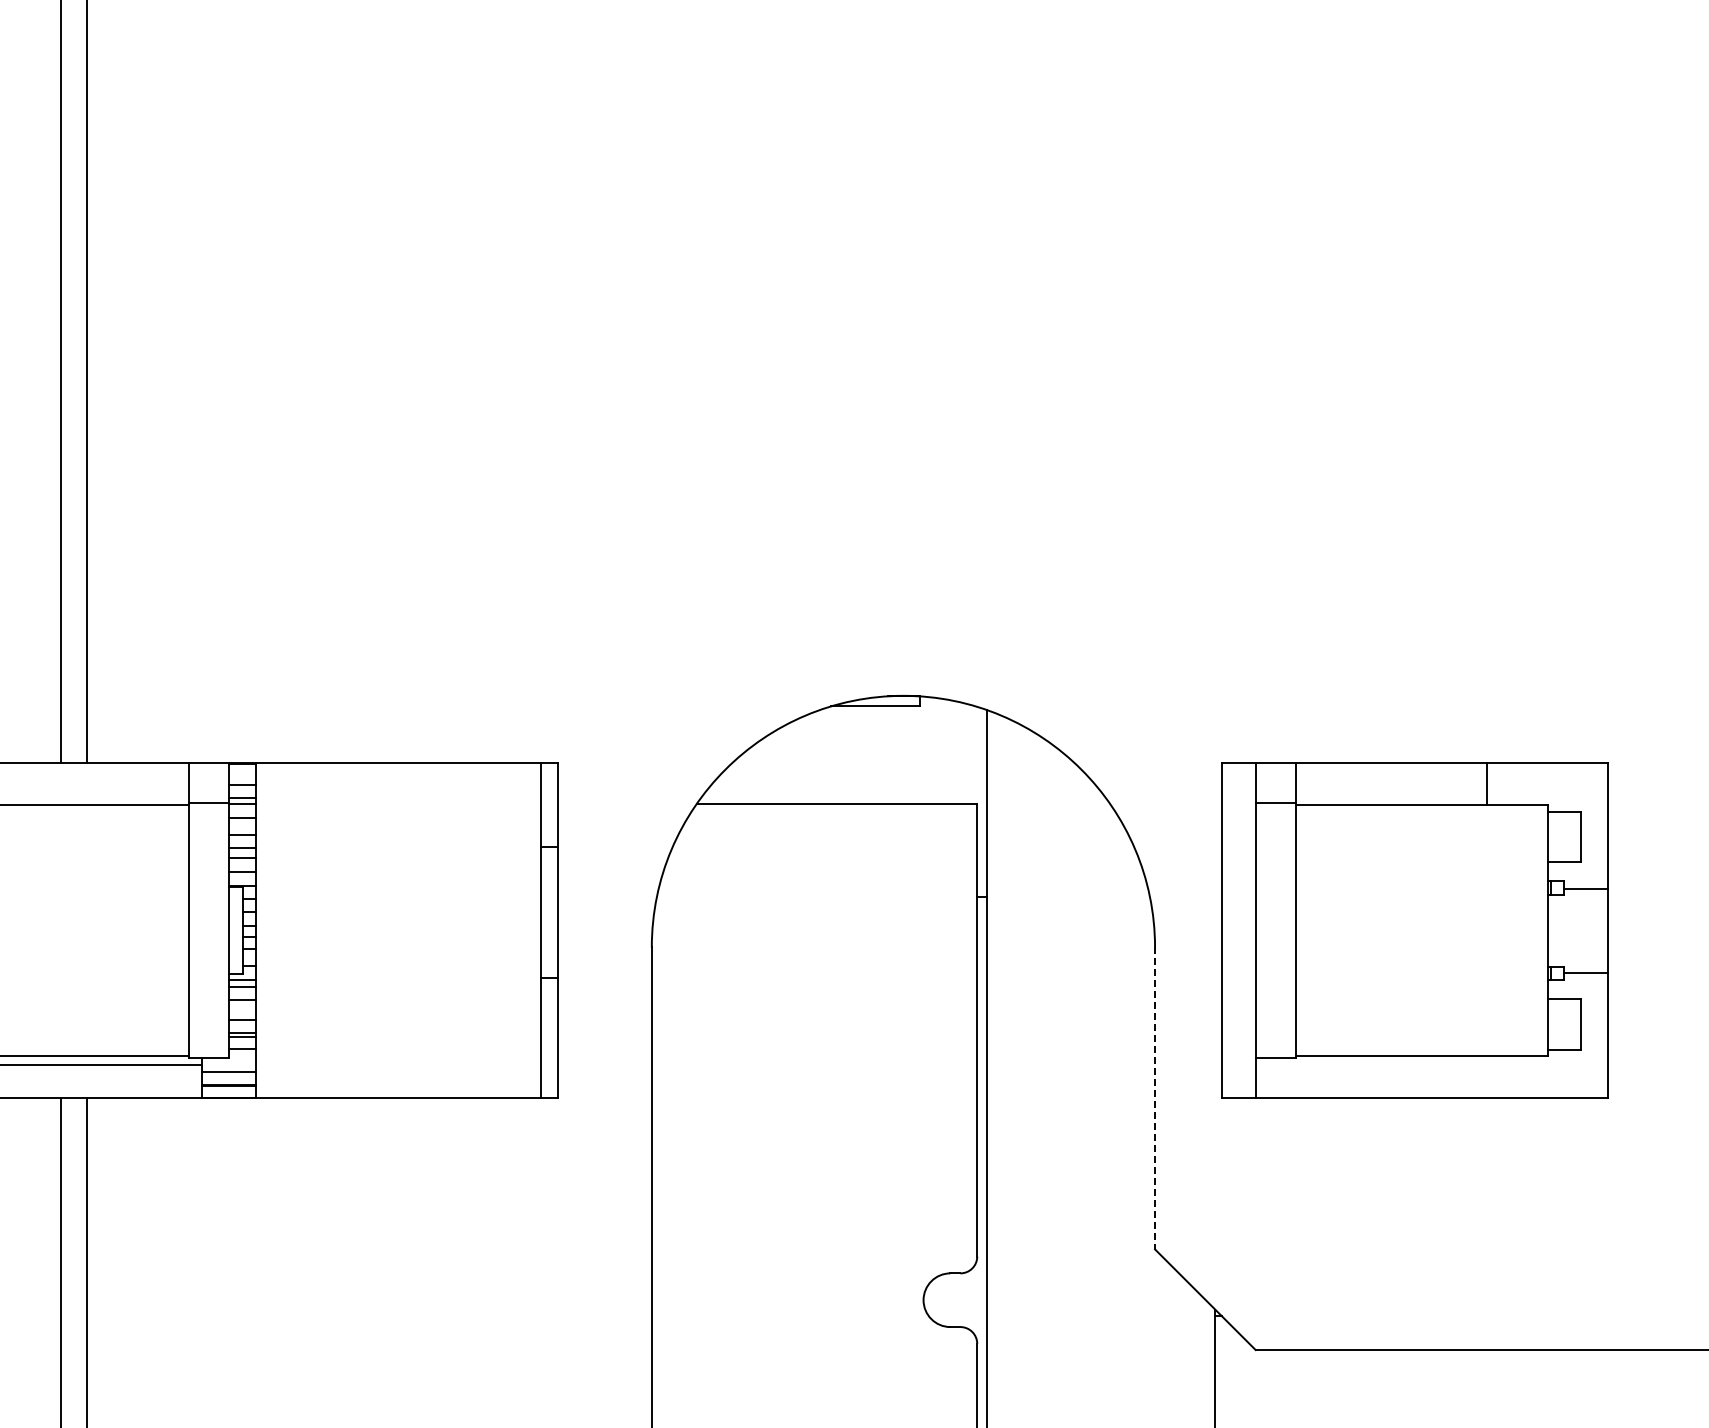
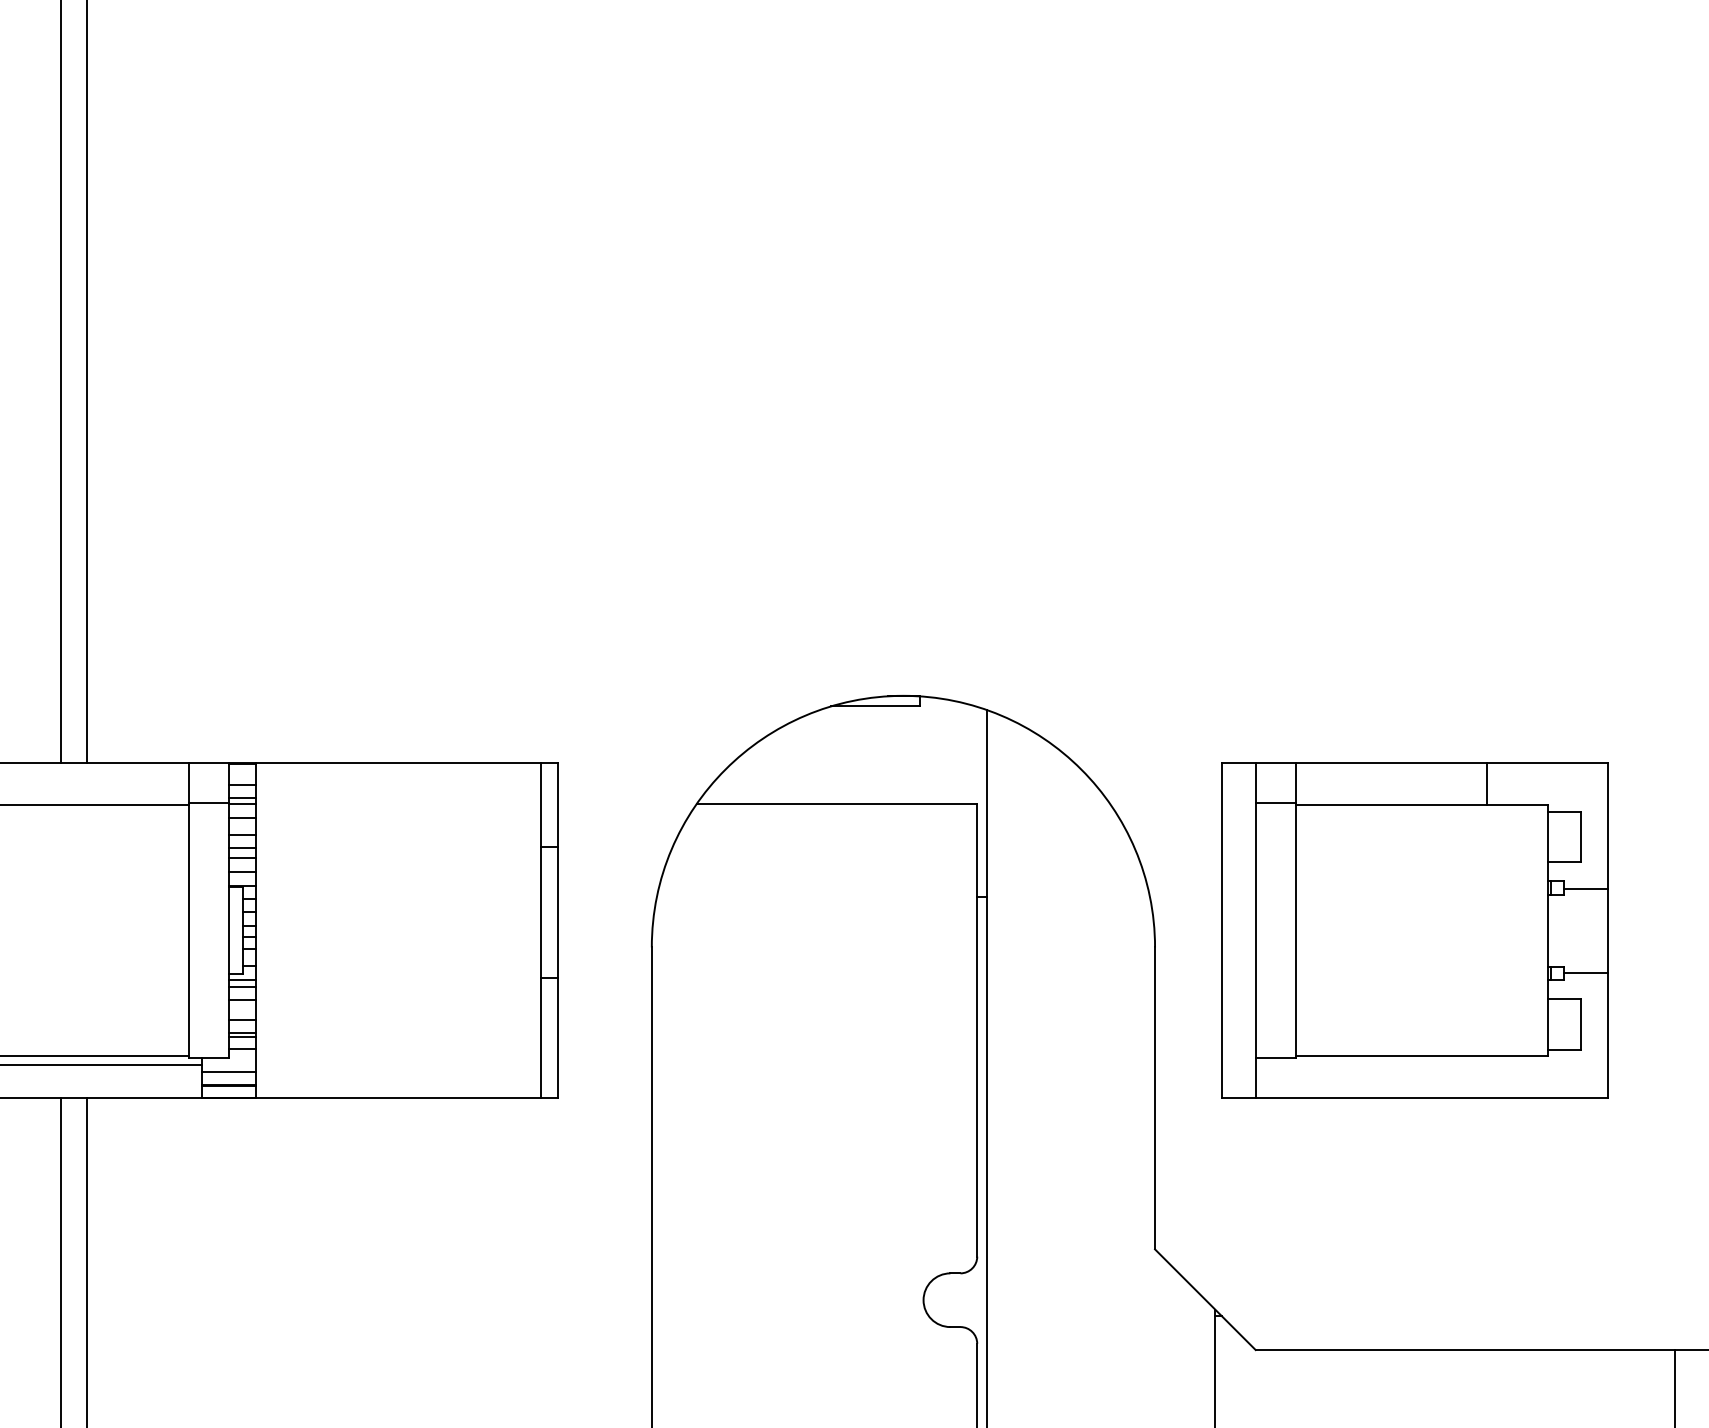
line at (1155, 1098): dashed -> solid
line at (1675, 1387): none -> present
